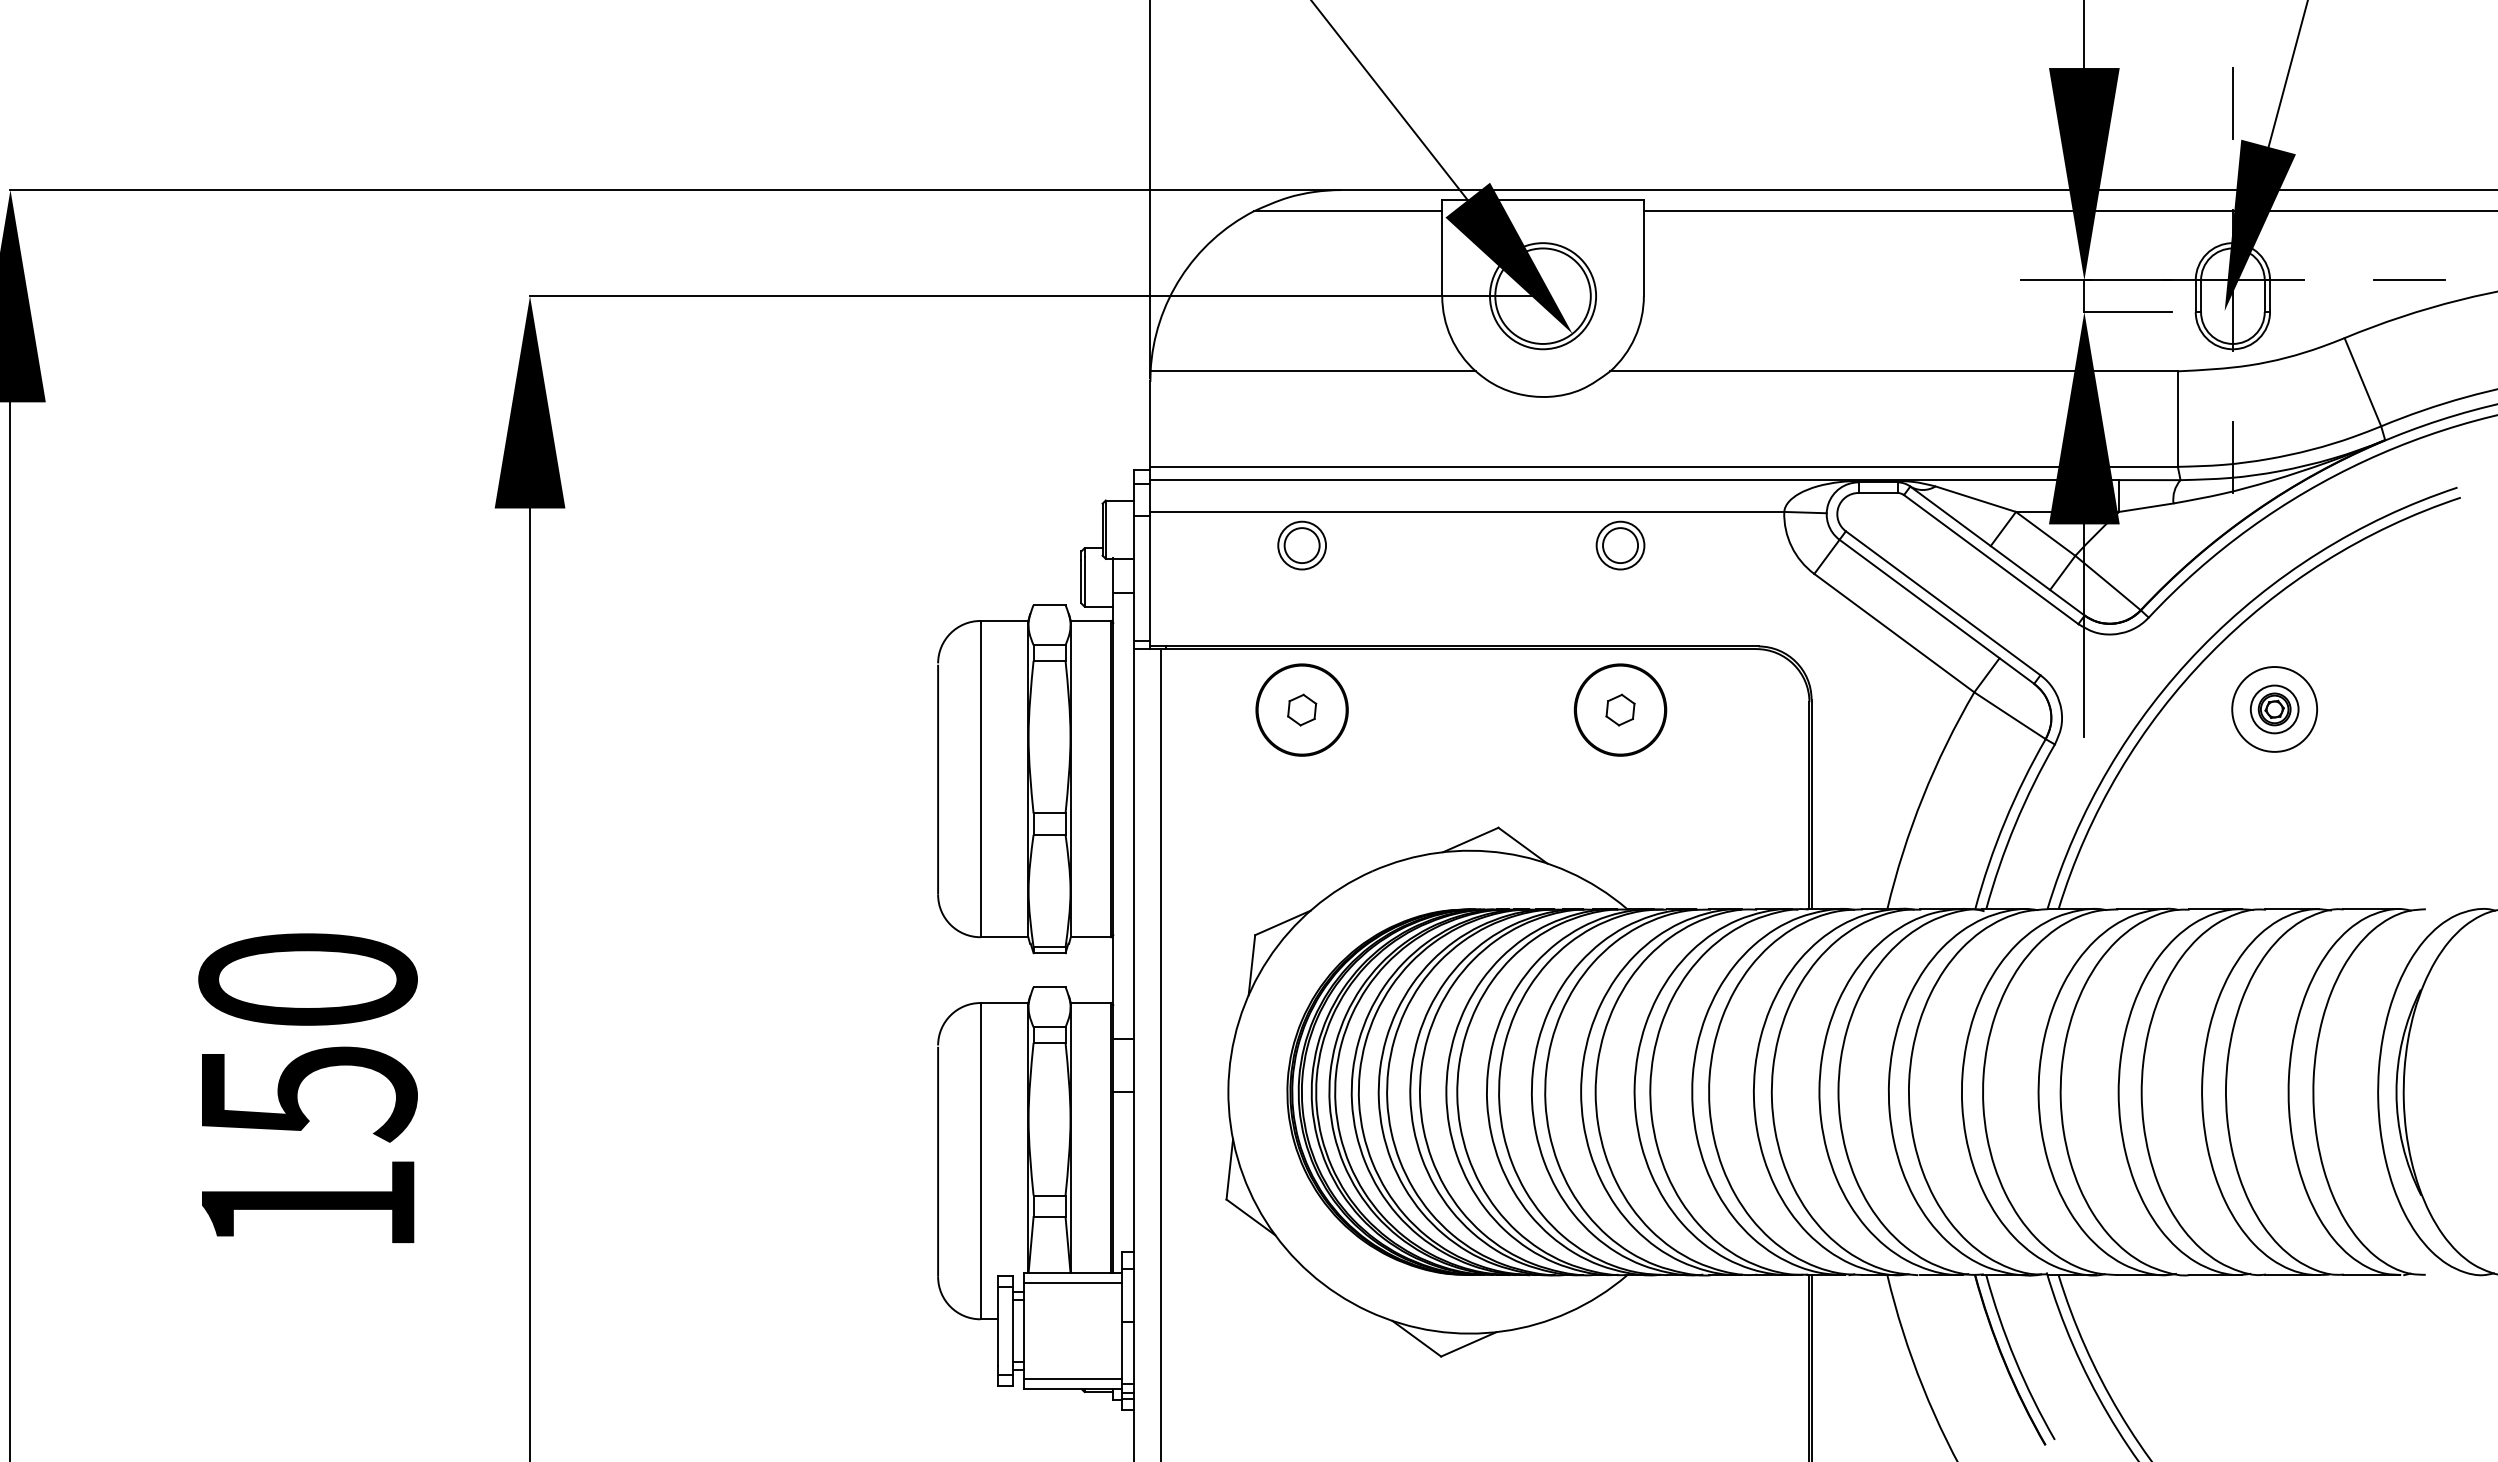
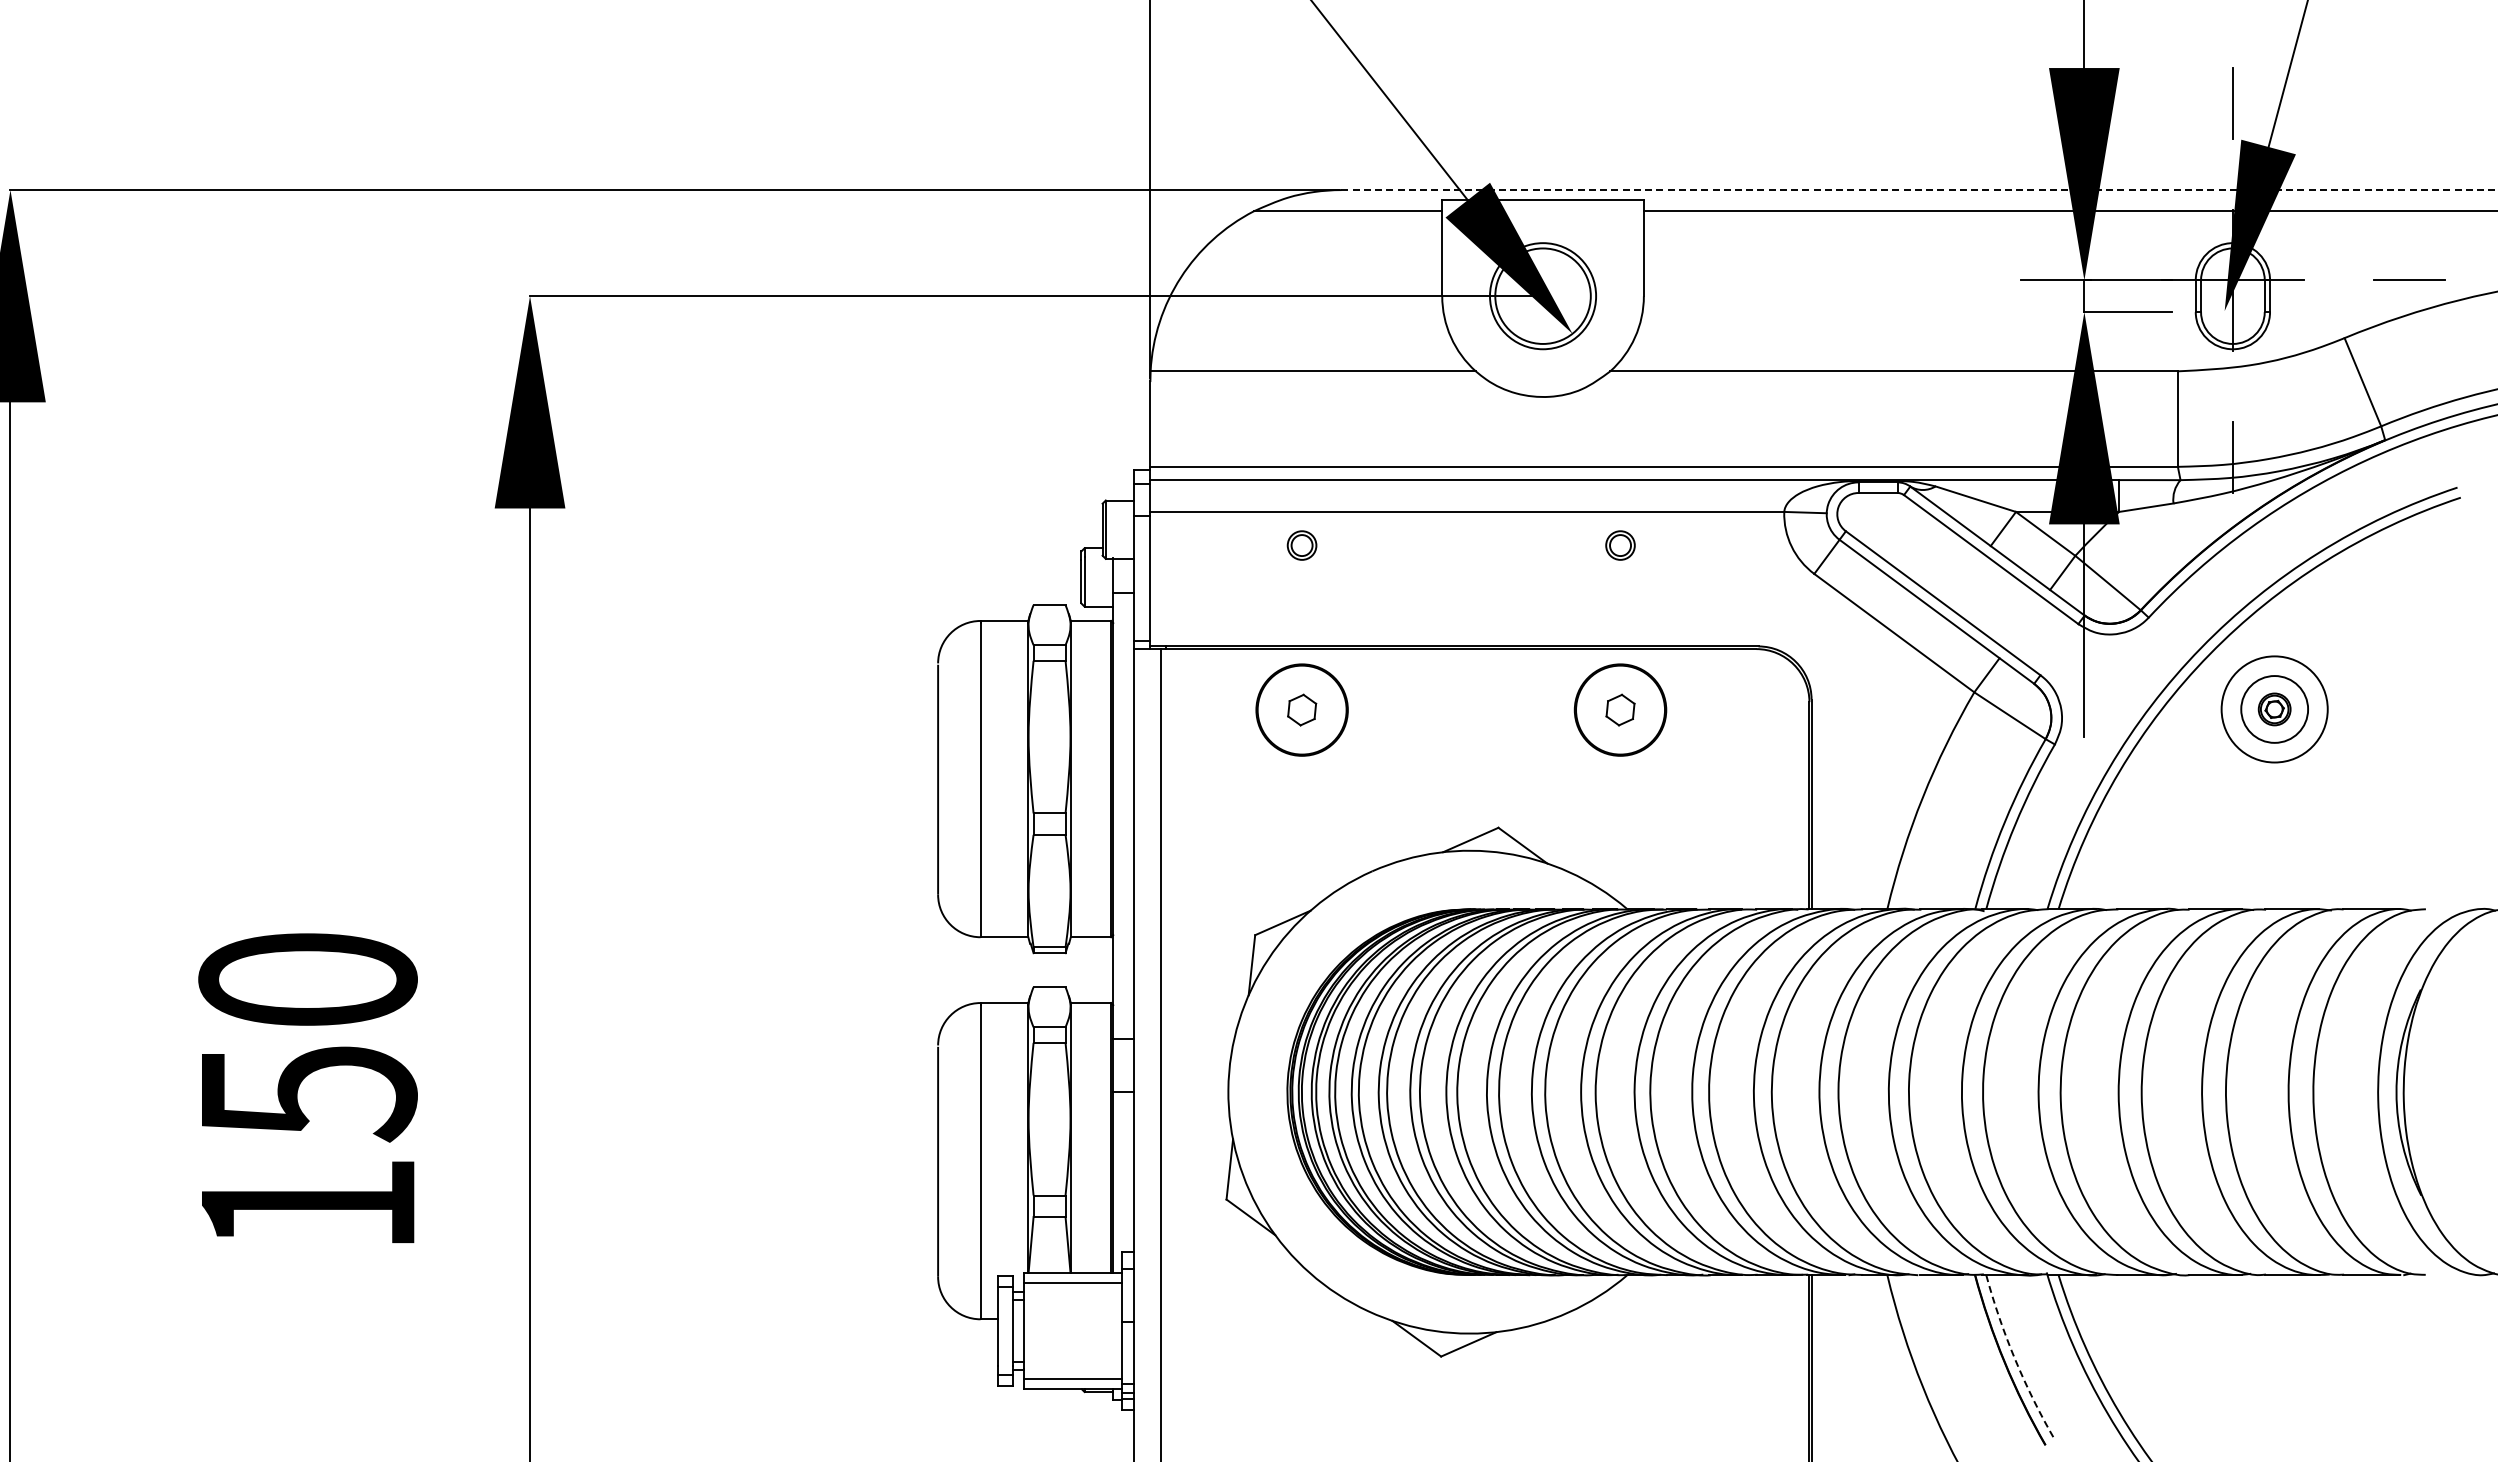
line at (1919, 190): solid -> dashed
part at (1301, 545) size: 50x51 px -> 32x31 px
part at (1620, 545) size: 51x51 px -> 31x31 px
circle at (2274, 709) diameter: 48 px -> 67 px
circle at (2274, 709) diameter: 85 px -> 106 px
arc at (2015, 1359): solid -> dashed
